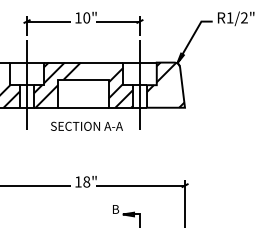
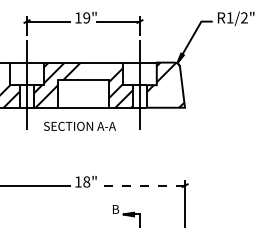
text at (86, 17): 10" -> 19"
text at (86, 125) position: (86, 125) -> (79, 125)
line at (140, 185): solid -> dashed
